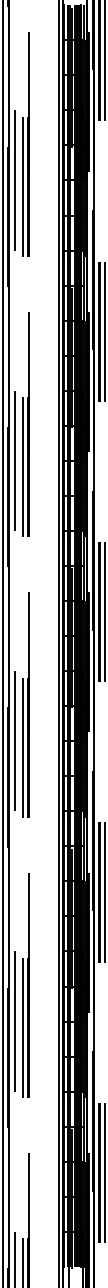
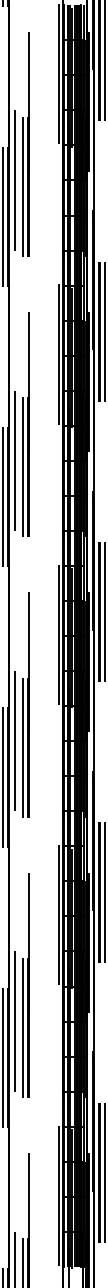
line at (3, 643): solid -> dashed
line at (58, 644): solid -> dashed
